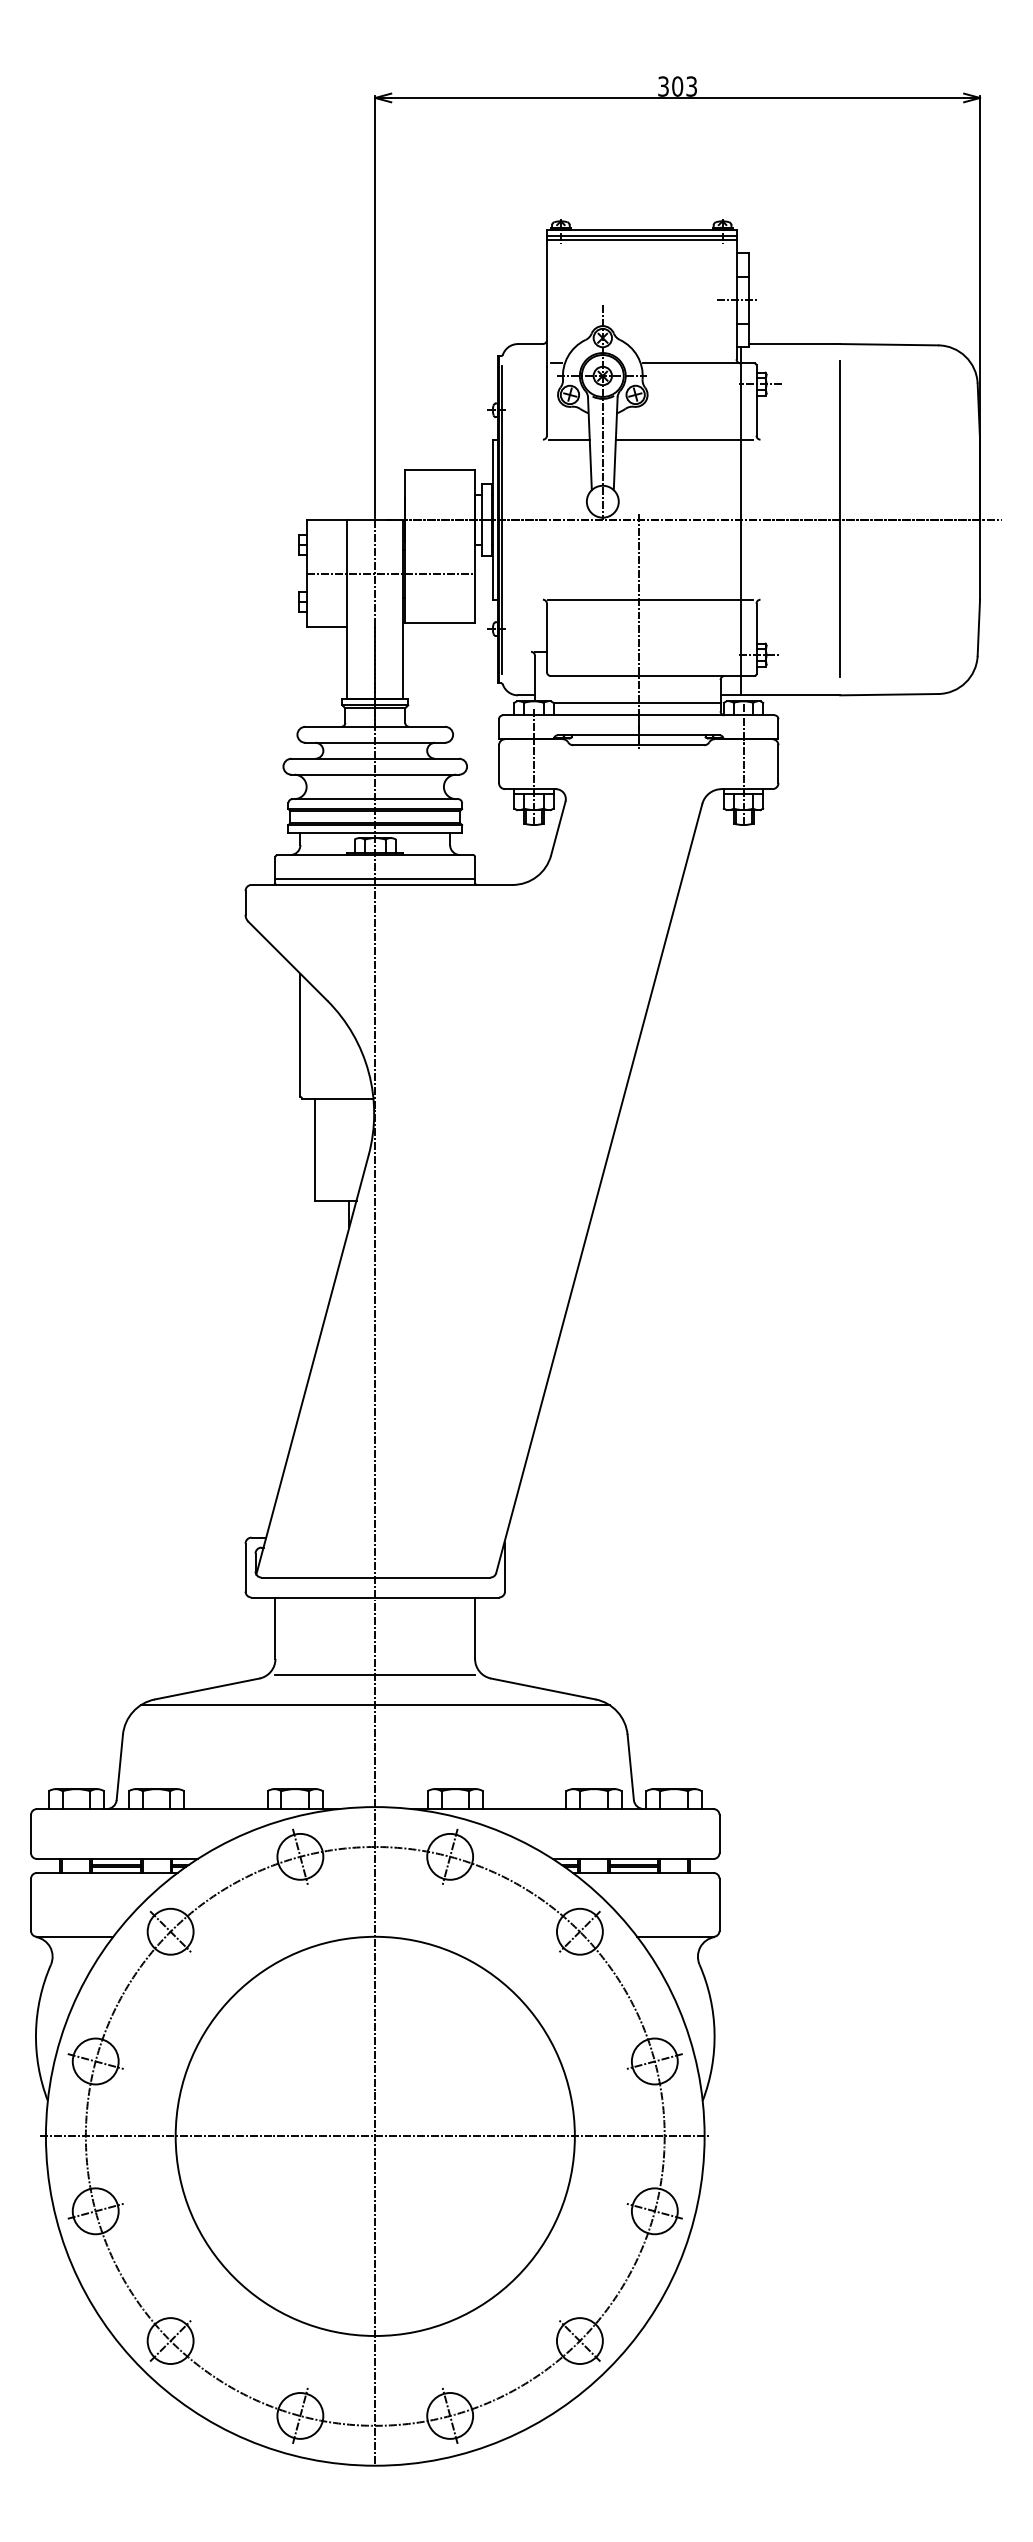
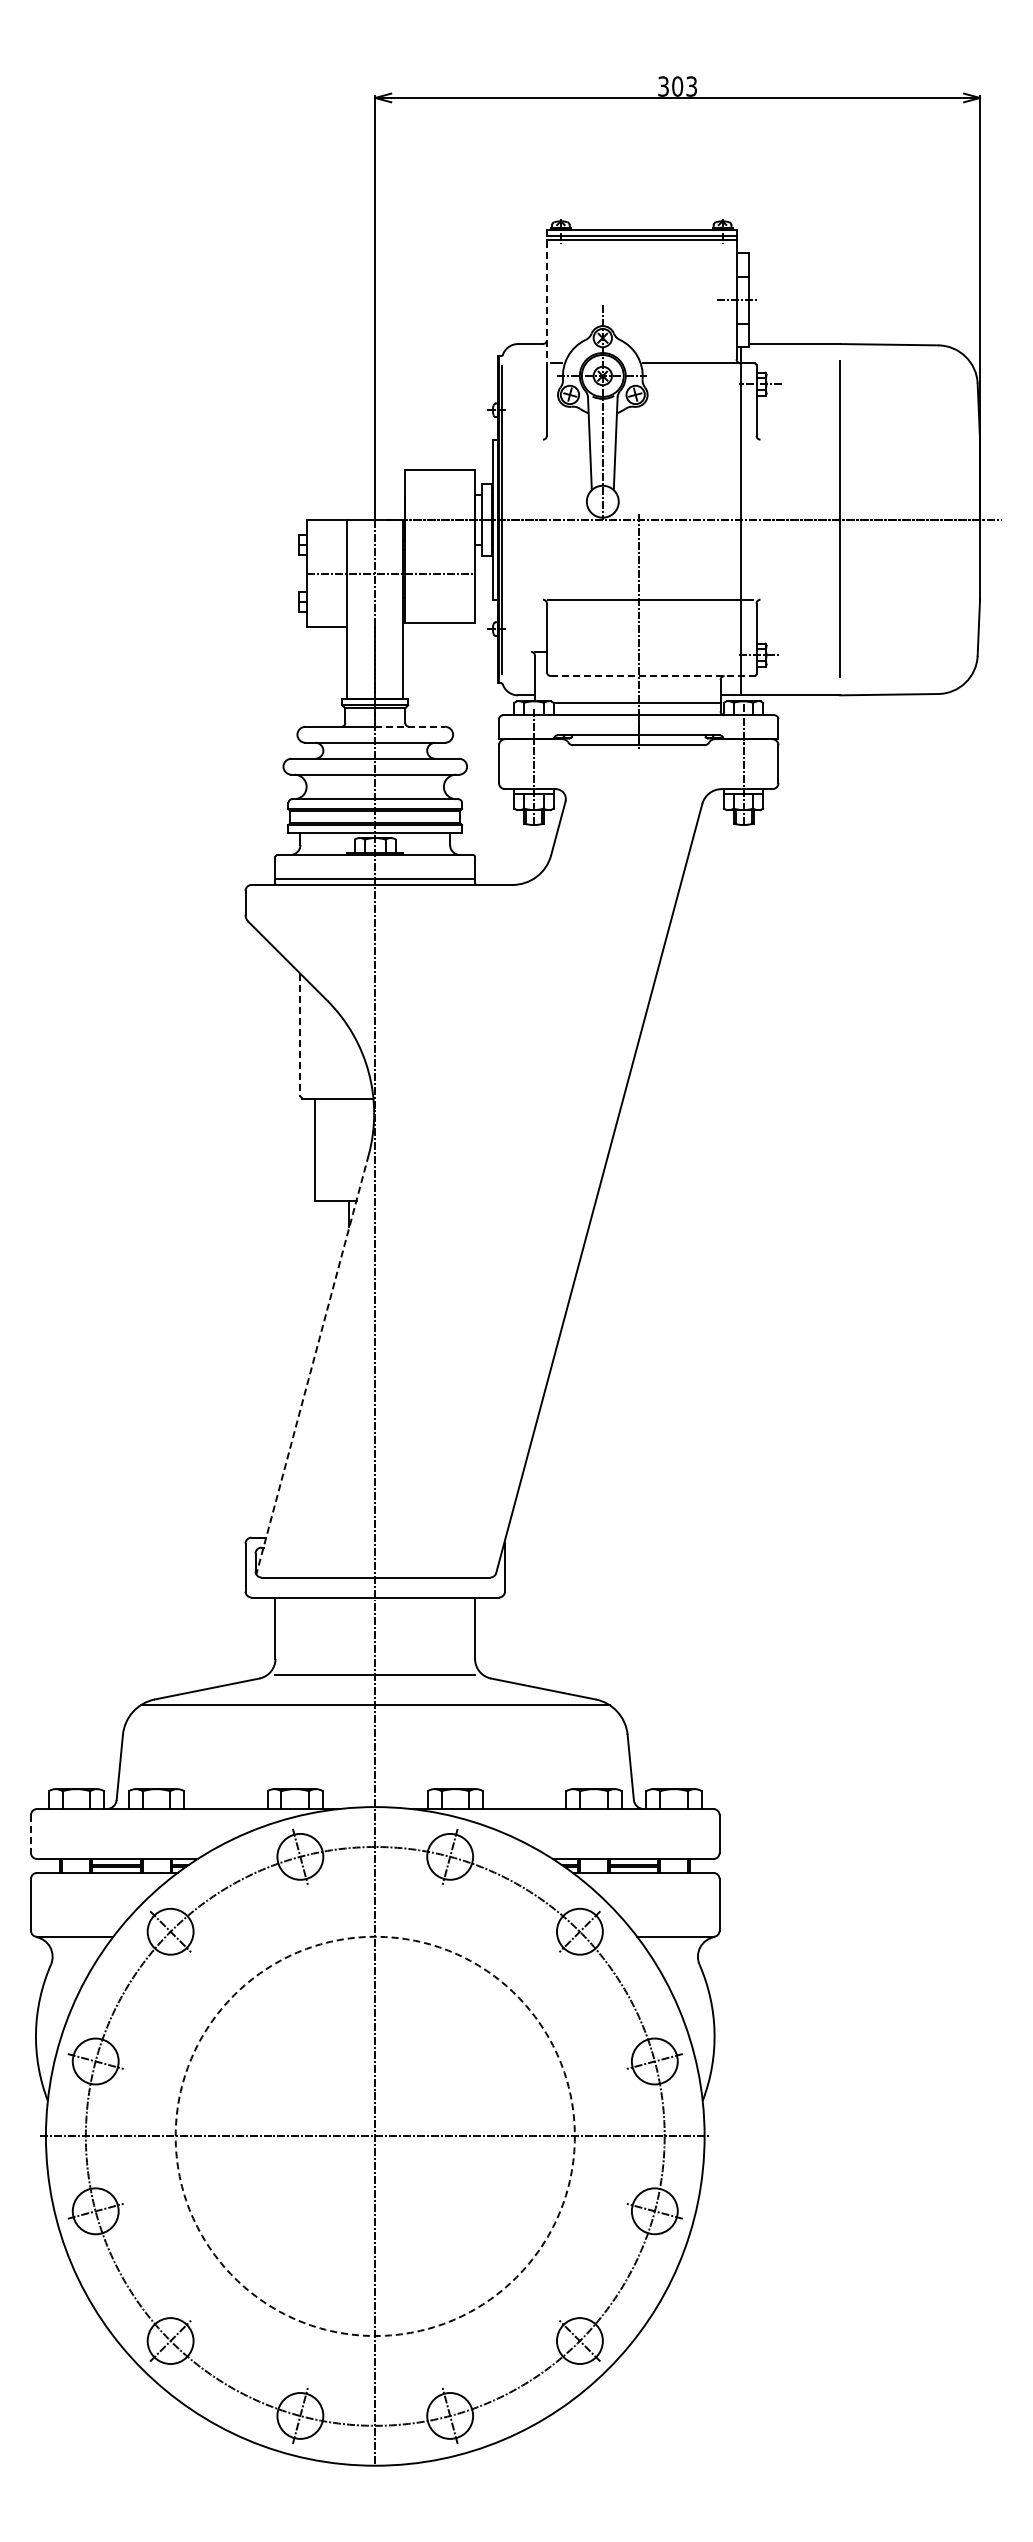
line at (546, 298): solid -> dashed
line at (569, 439): present -> none
line at (683, 439): present -> none
line at (652, 676): solid -> dashed
line at (410, 726): solid -> dashed
line at (300, 1035): solid -> dashed
line at (312, 1365): solid -> dashed
line at (30, 1834): solid -> dashed
circle at (374, 2136): solid -> dashed
